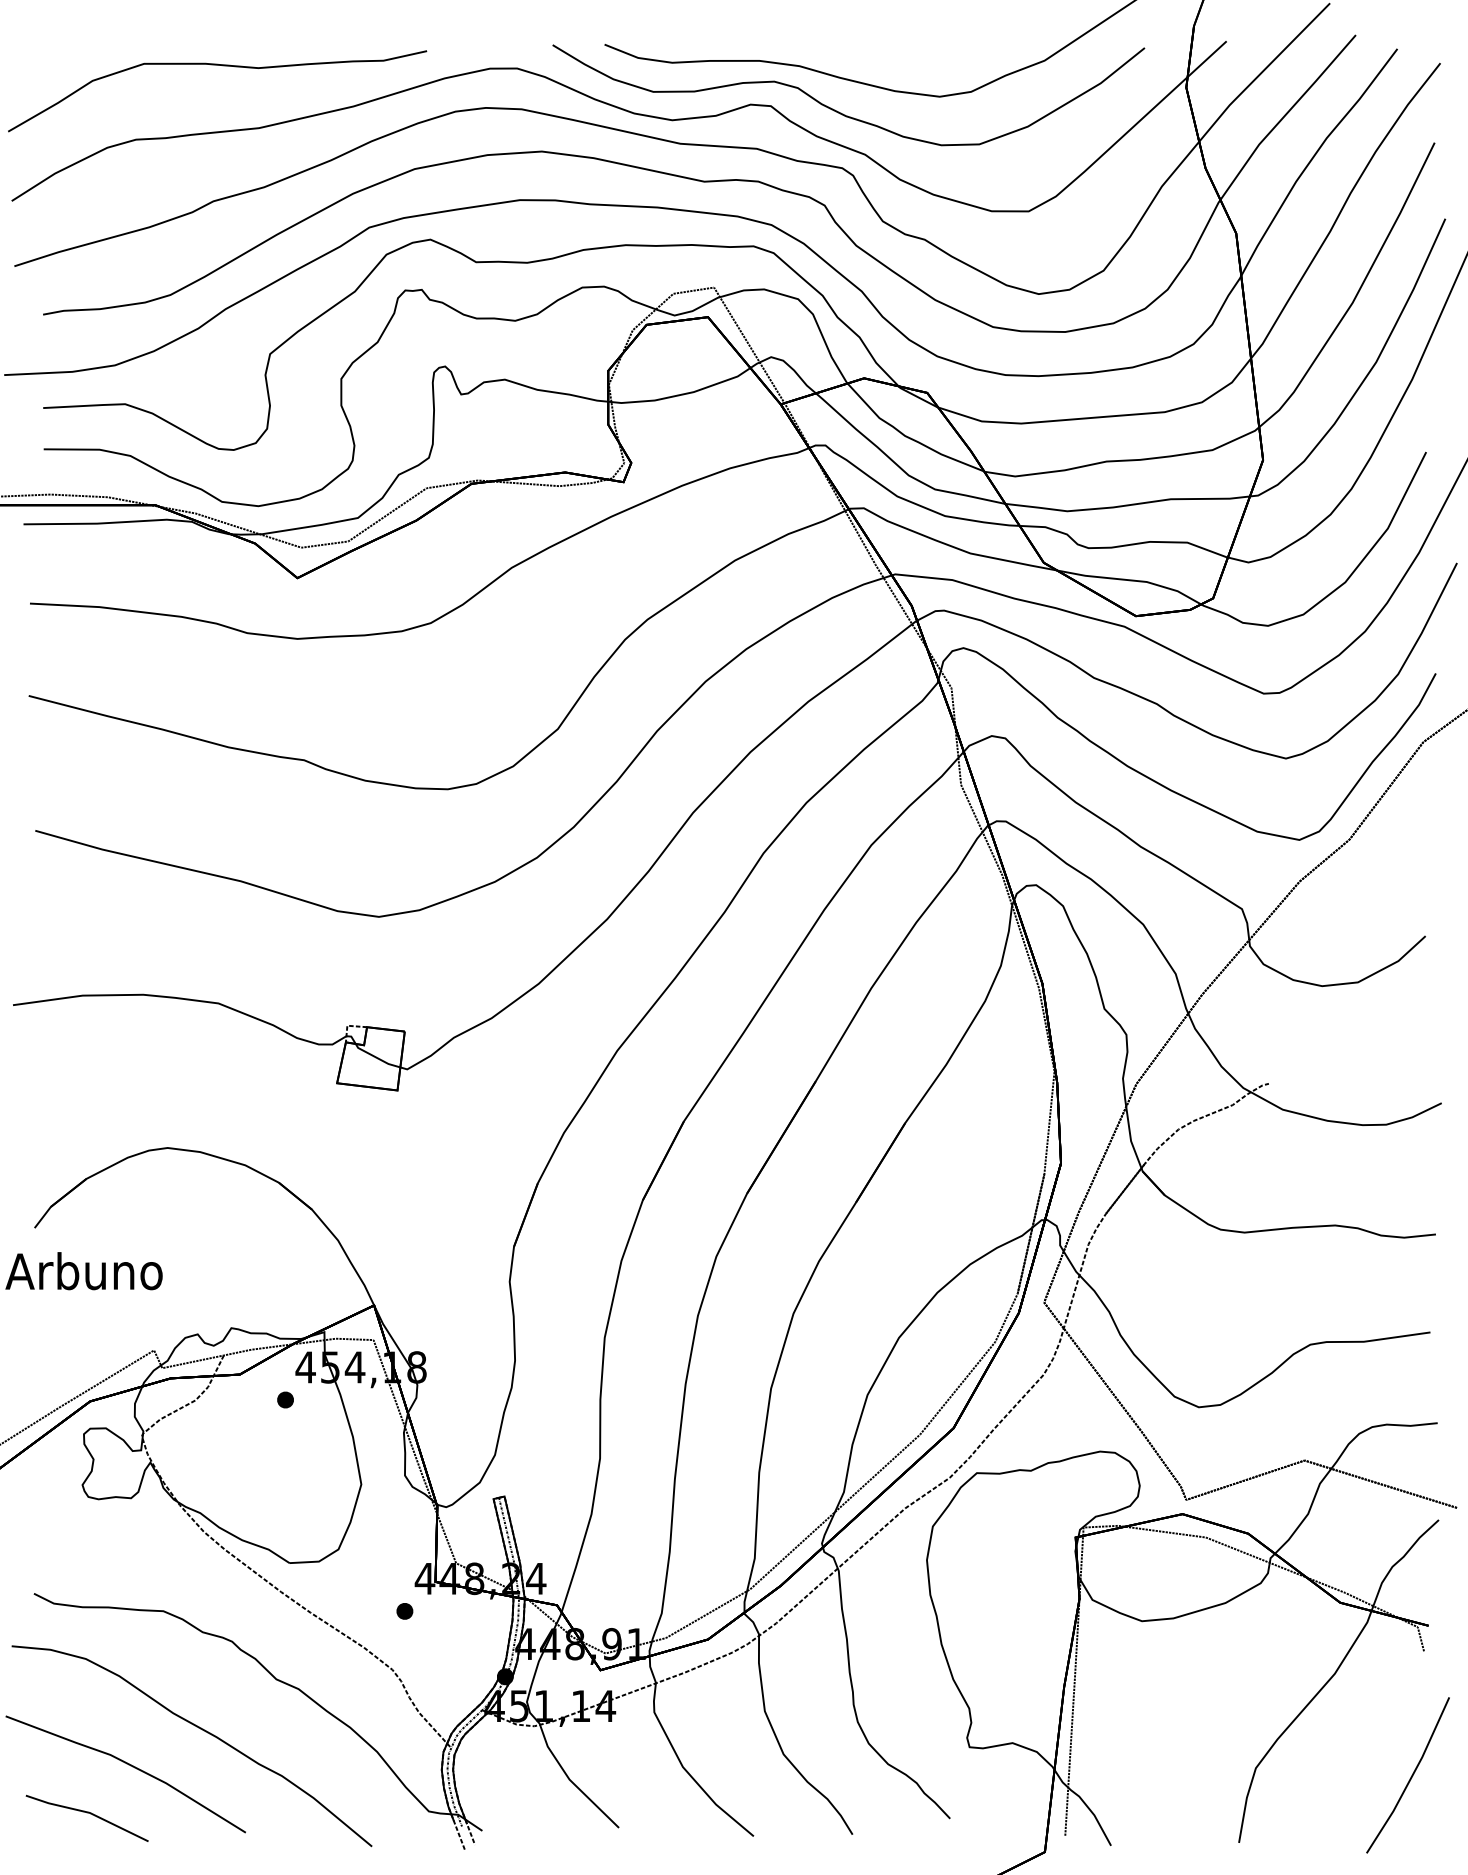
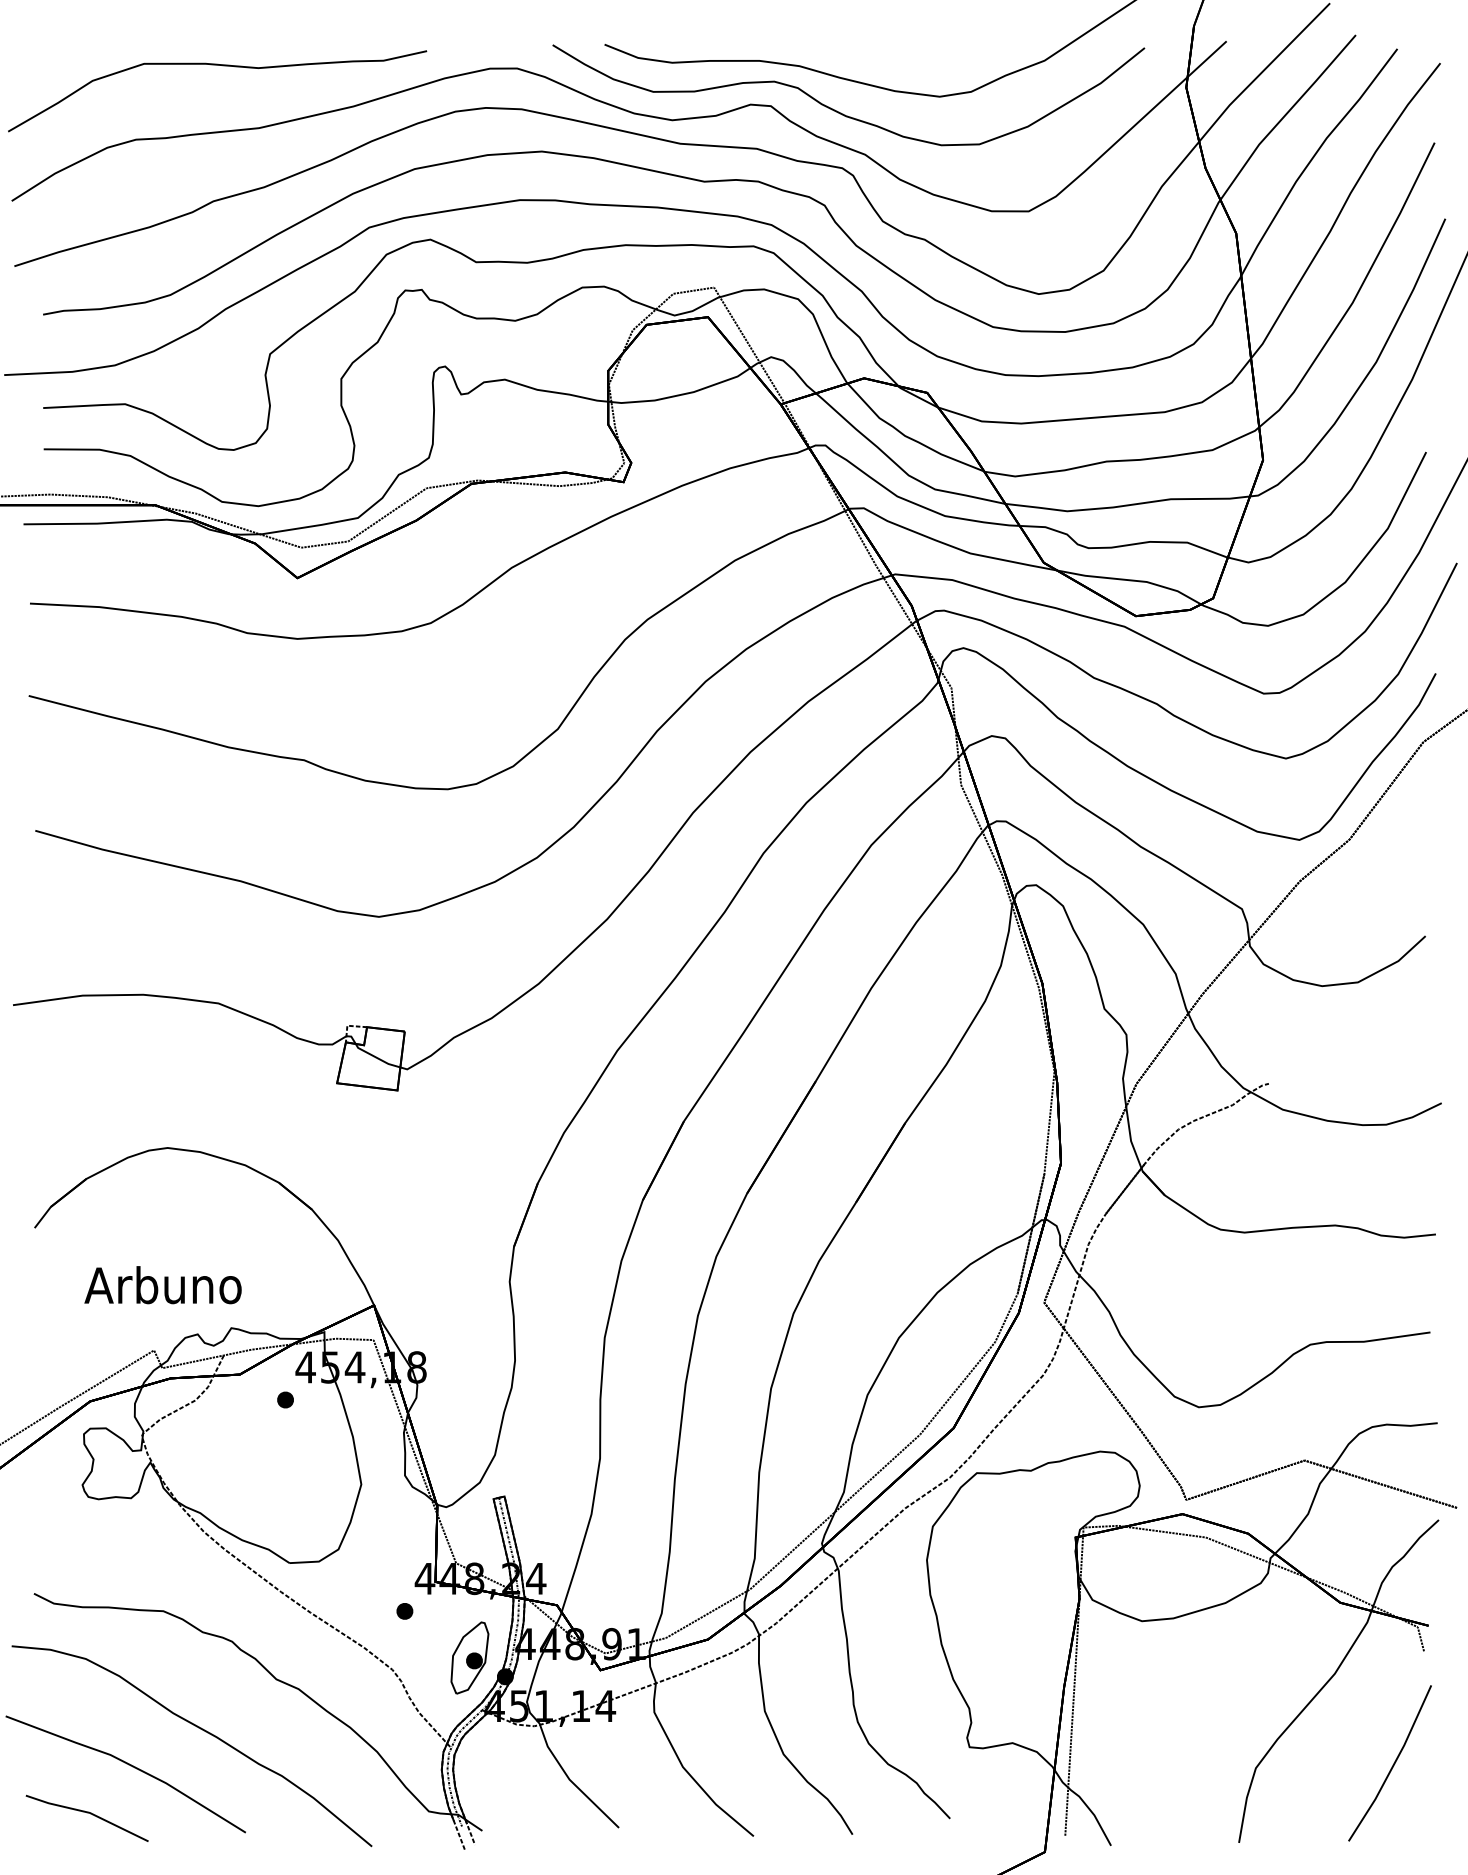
text at (83, 1271) position: (83, 1271) -> (162, 1285)
part at (469, 1657): none -> present
line at (1410, 1777) position: (1410, 1777) -> (1392, 1765)
